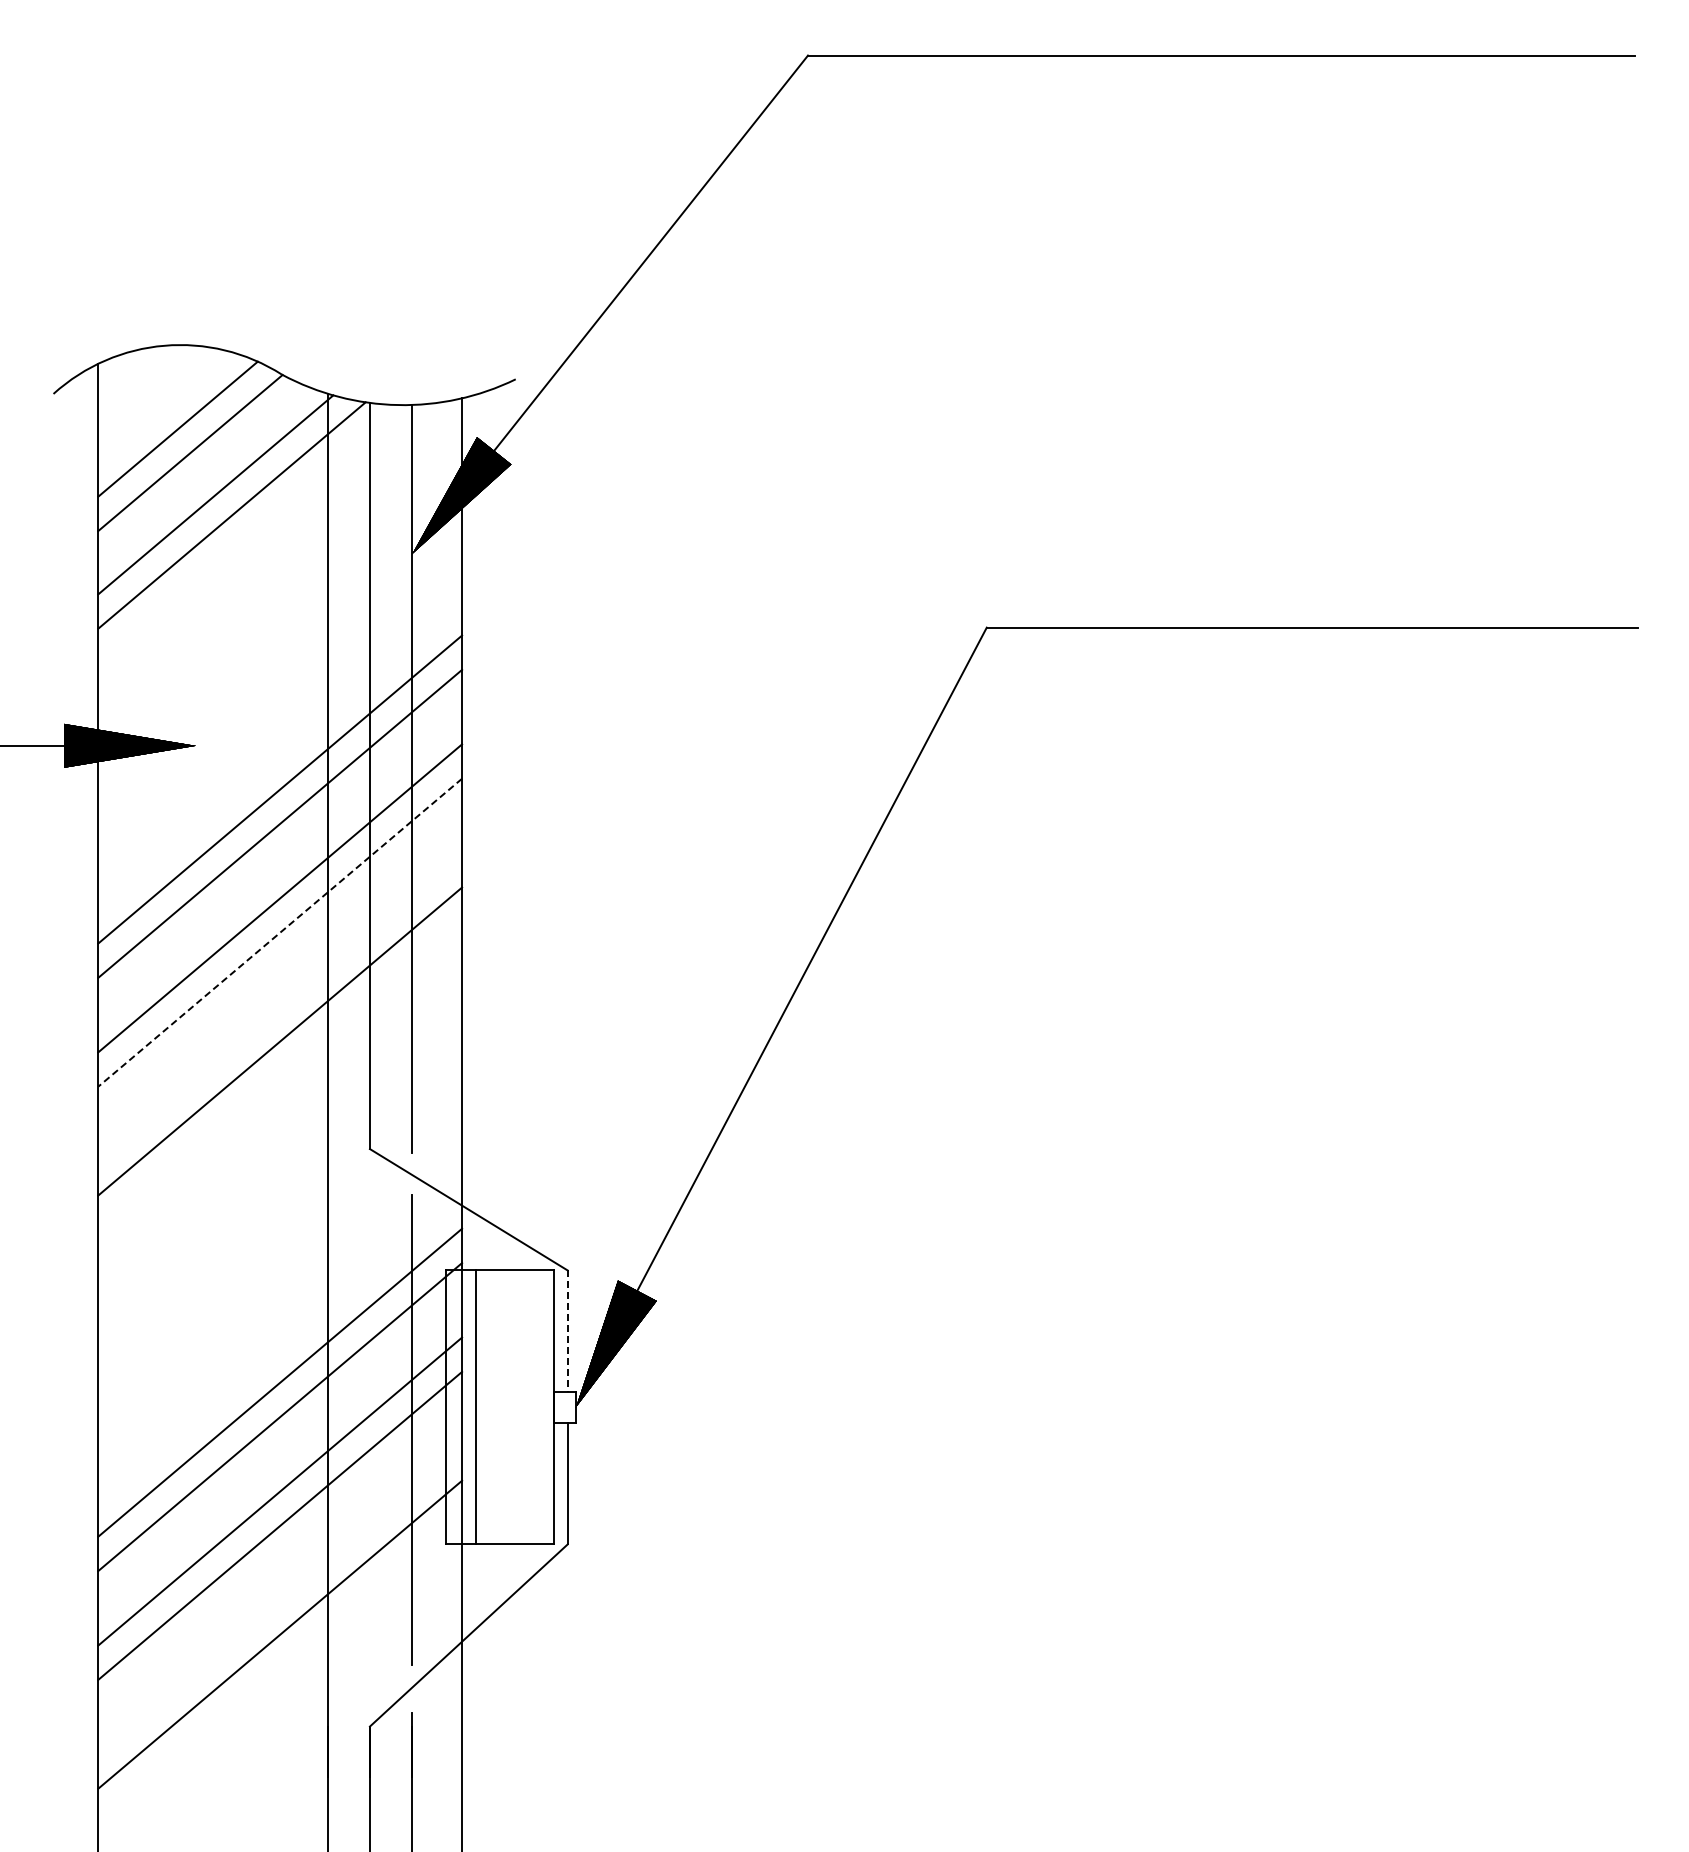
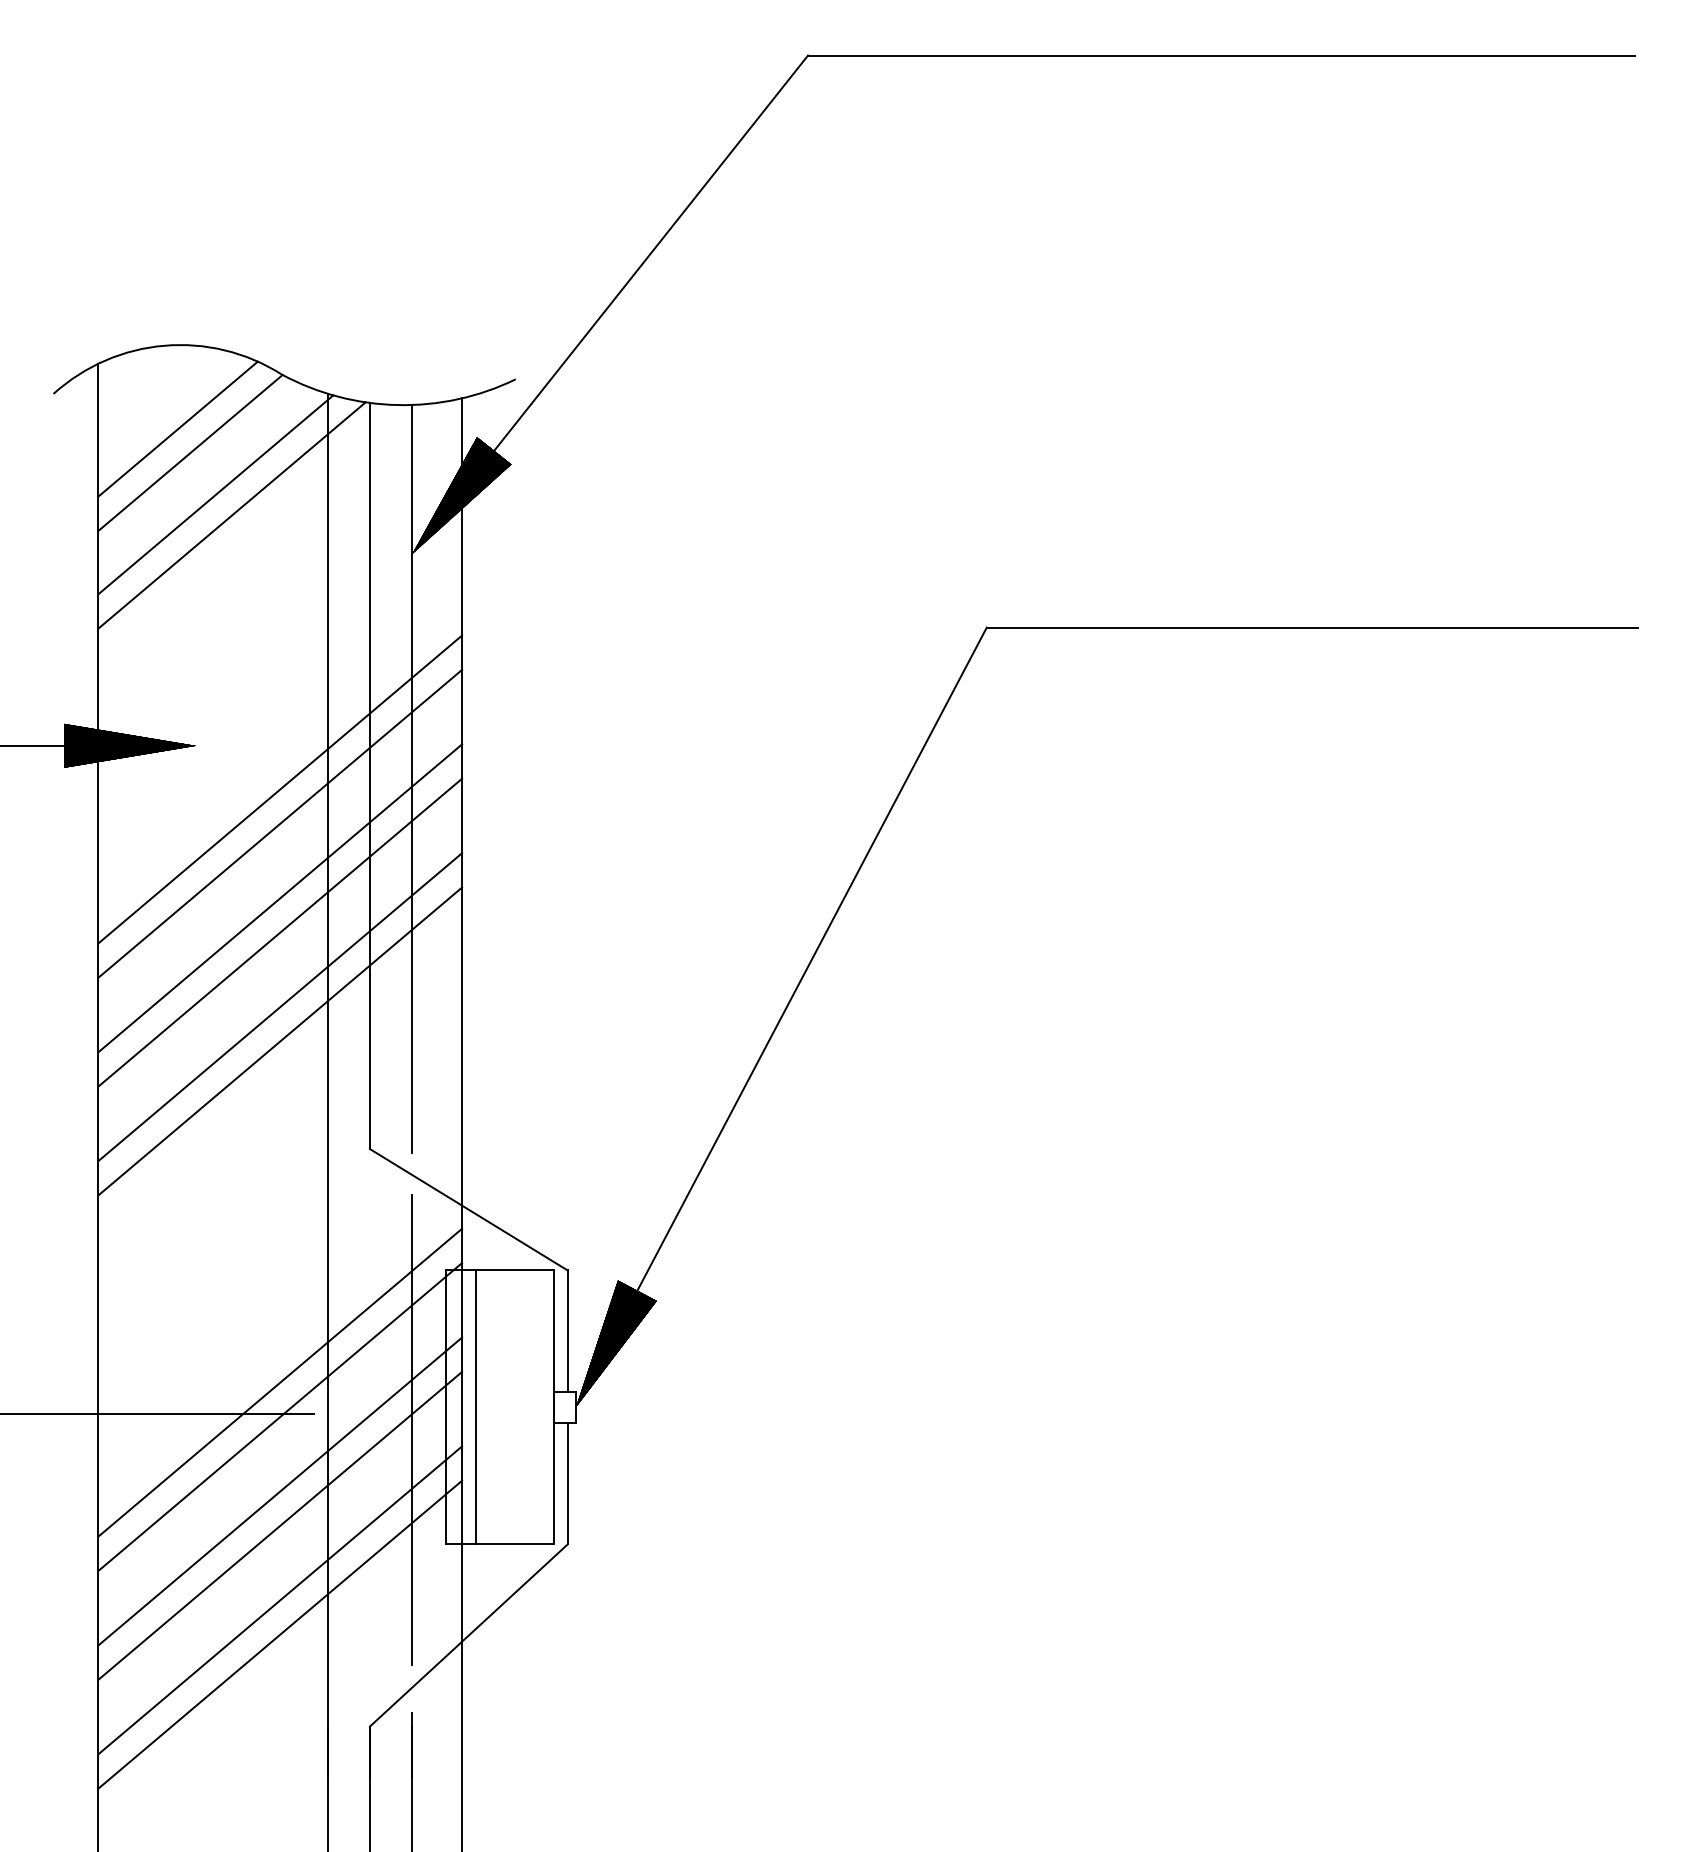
line at (279, 933): dashed -> solid
line at (280, 1007): none -> present
line at (567, 1331): dashed -> solid
line at (158, 1414): none -> present
line at (280, 1600): none -> present
